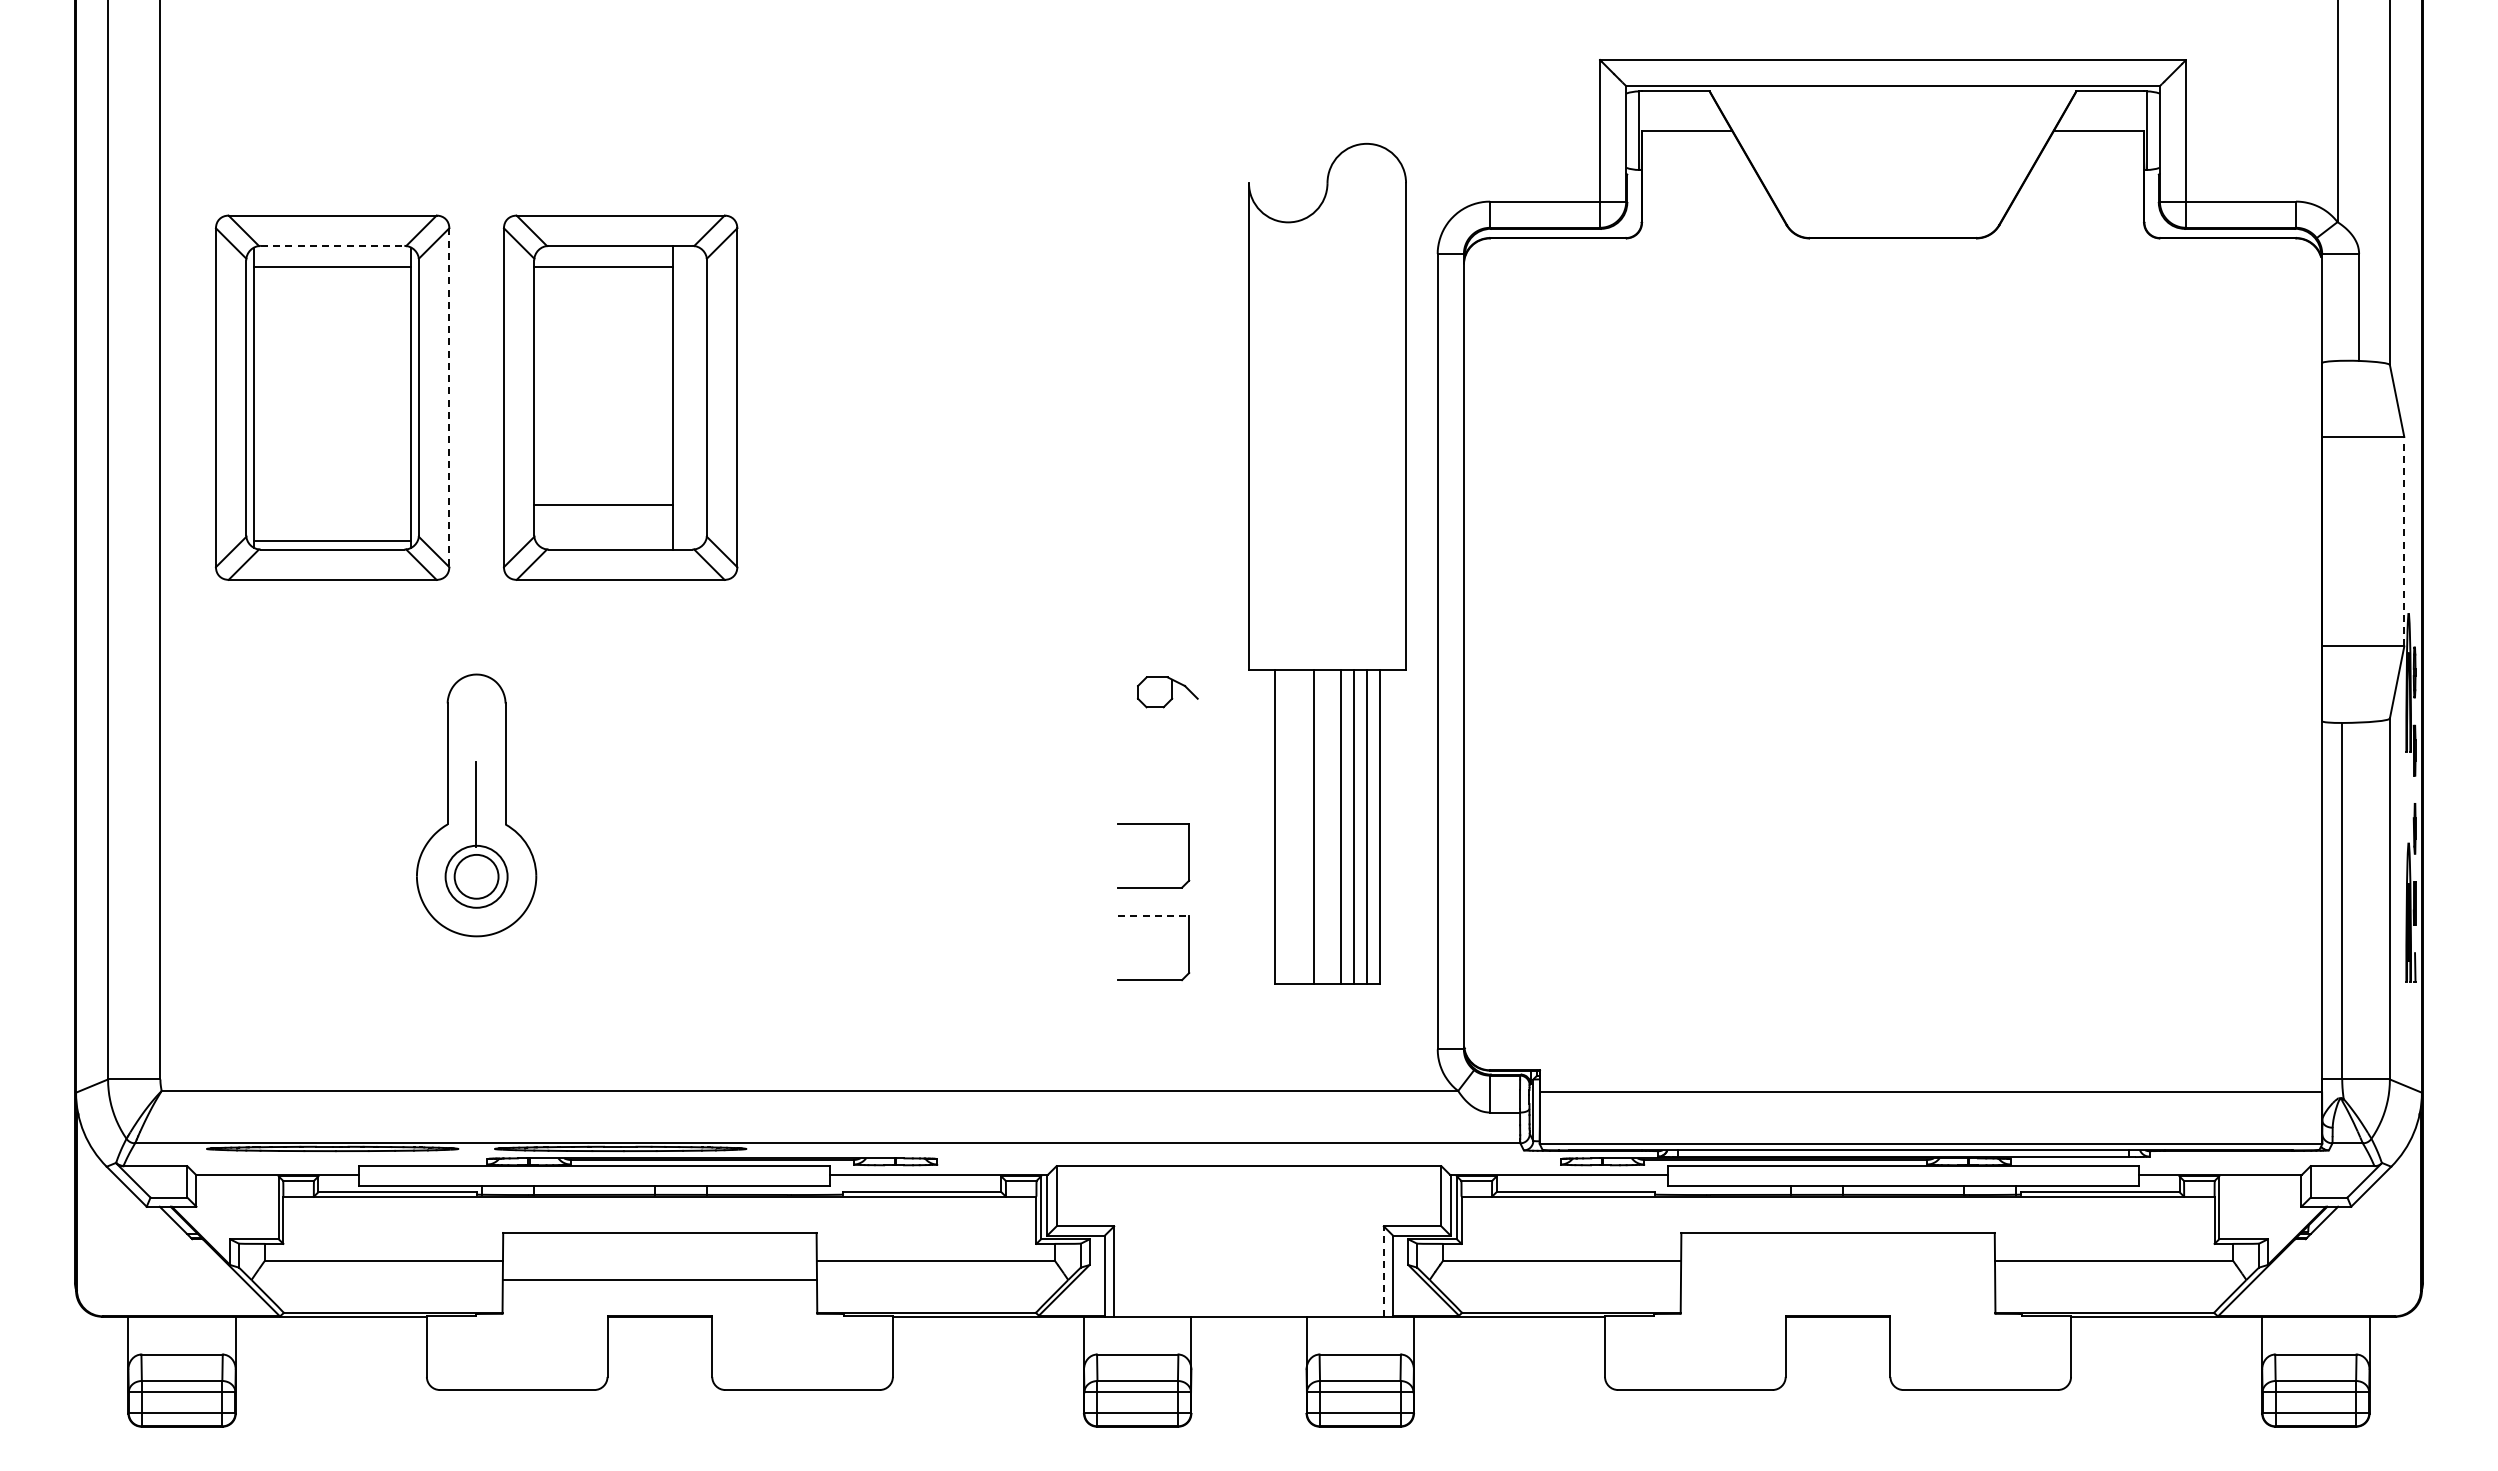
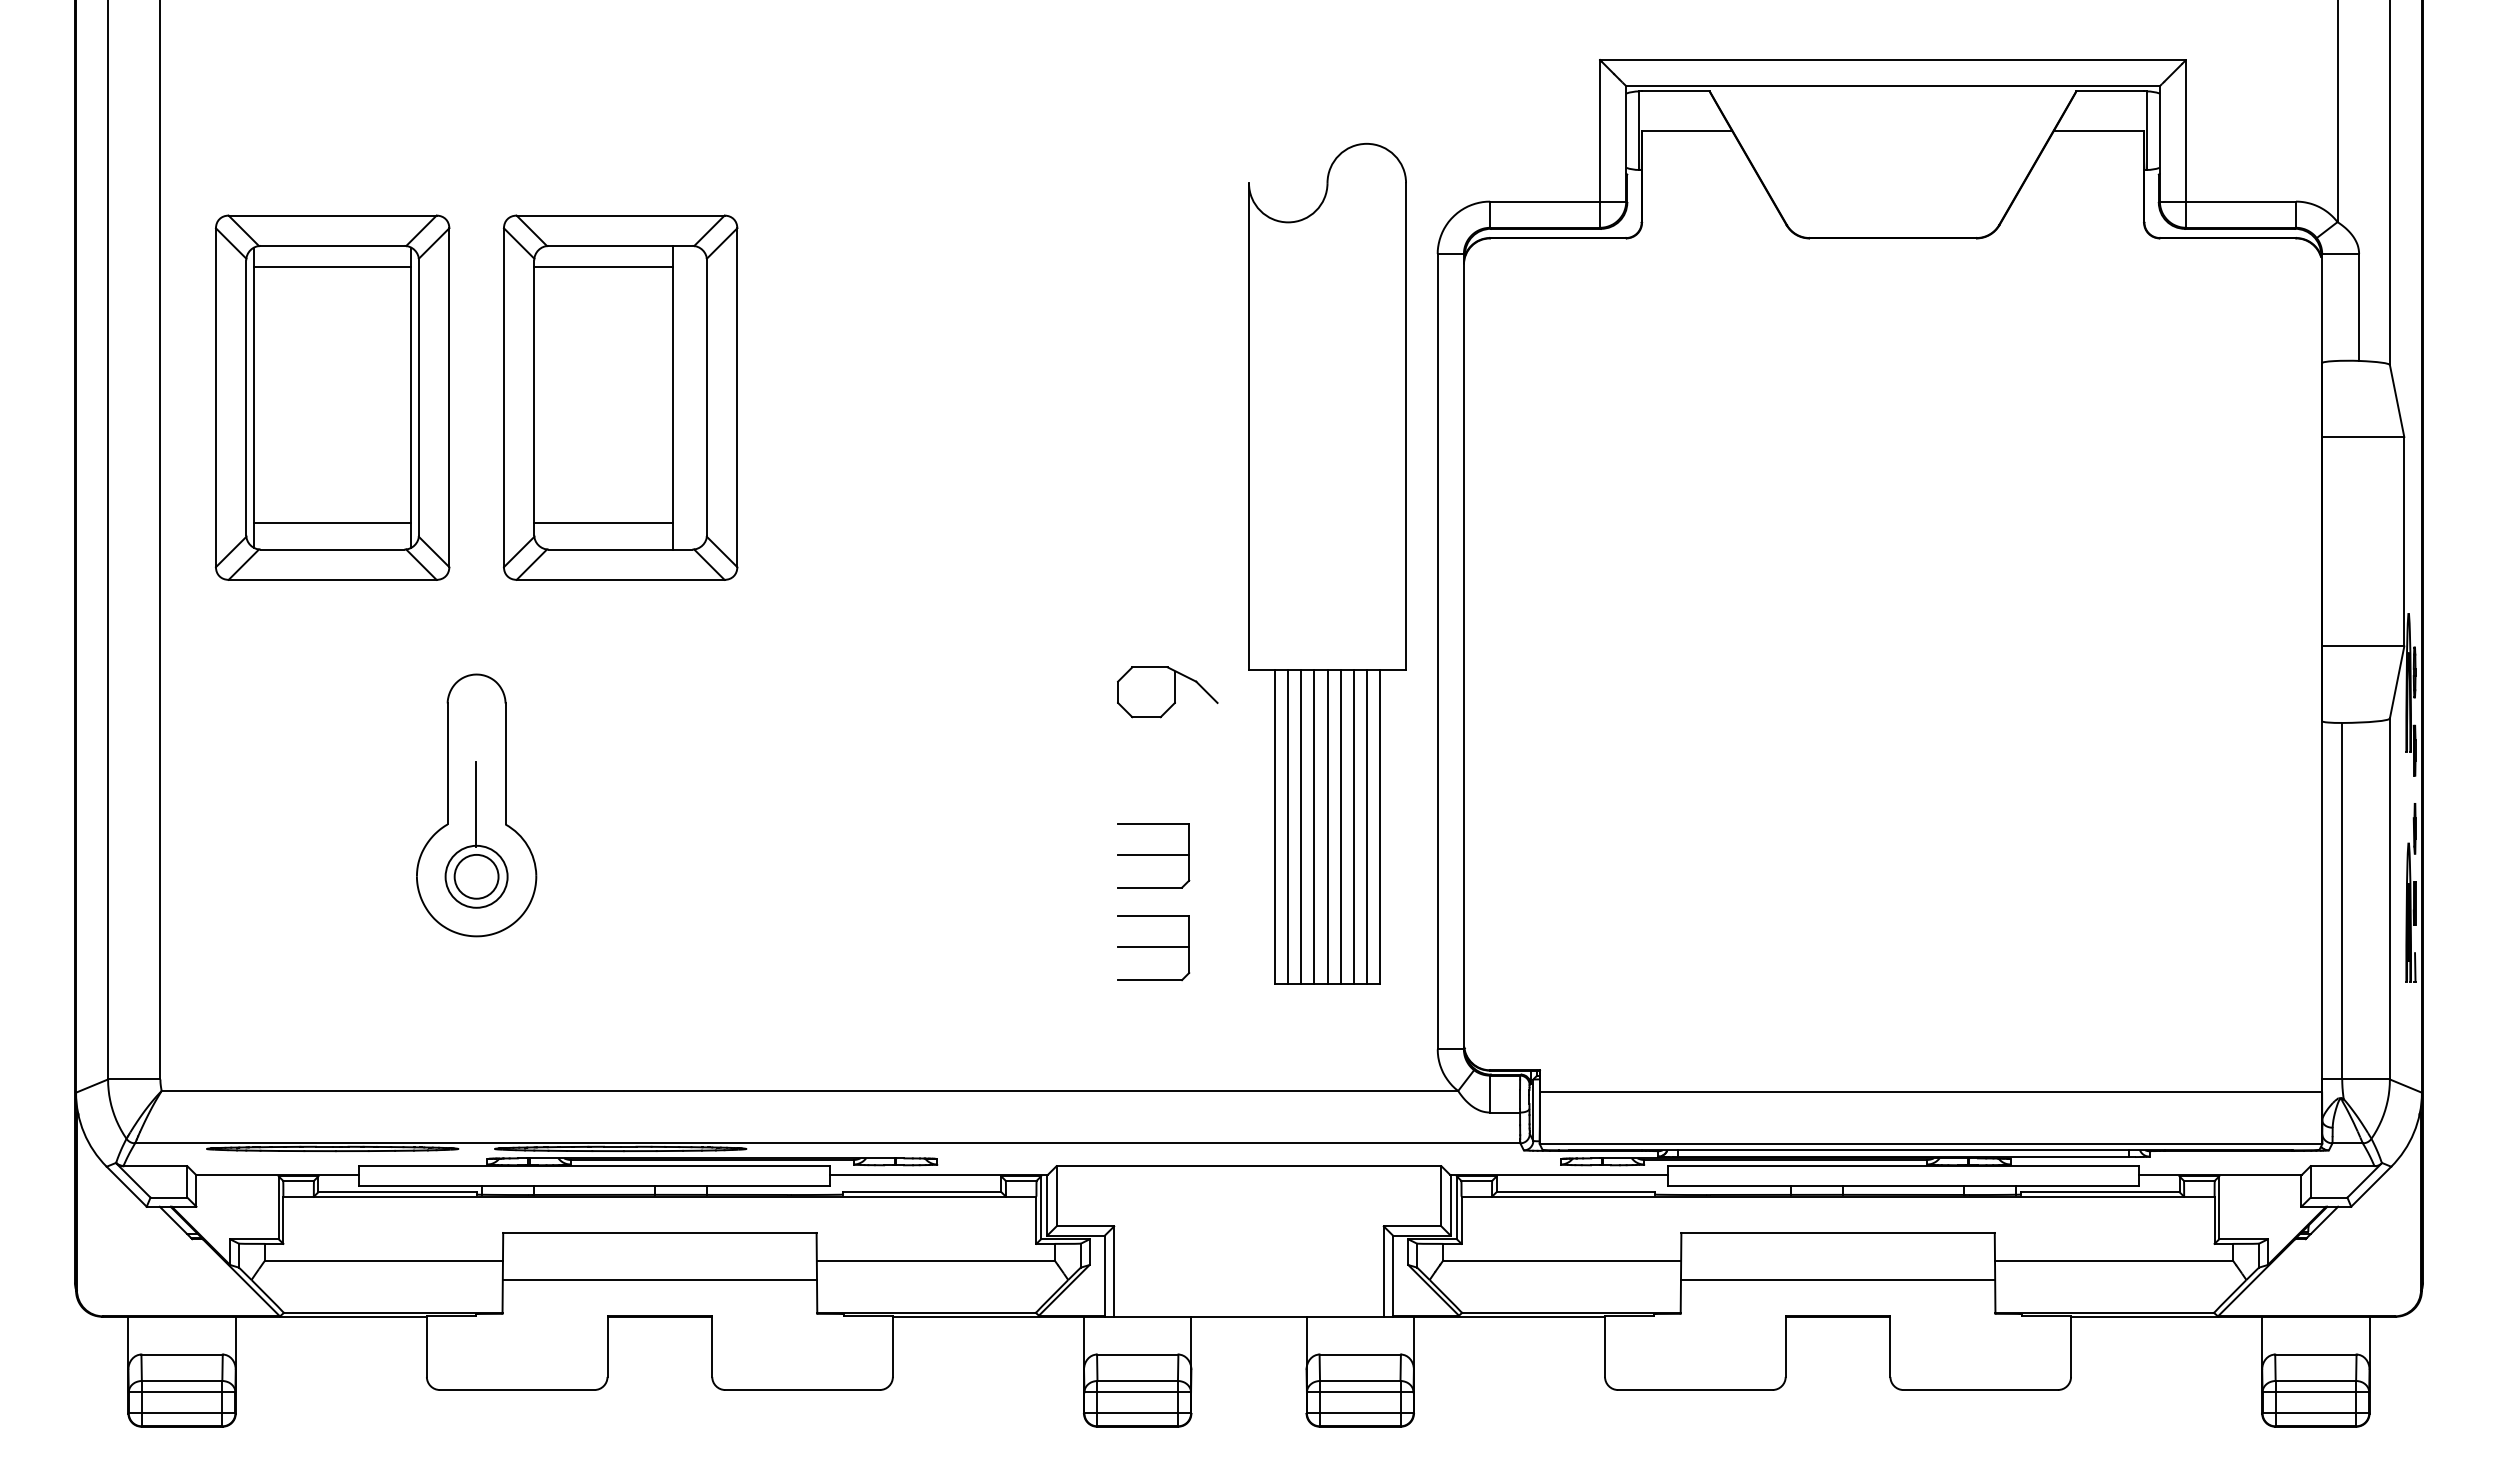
line at (332, 245): dashed -> solid
line at (449, 398): dashed -> solid
line at (603, 505) position: (603, 505) -> (603, 523)
line at (332, 541) position: (332, 541) -> (332, 523)
line at (2404, 541): dashed -> solid
part at (1167, 692) size: 62x33 px -> 102x53 px
line at (1288, 827): none -> present
line at (1301, 827): none -> present
line at (1327, 827): none -> present
line at (1153, 854): none -> present
line at (1153, 916): dashed -> solid
line at (1153, 946): none -> present
line at (1383, 1271): dashed -> solid
line at (1837, 1280): none -> present
